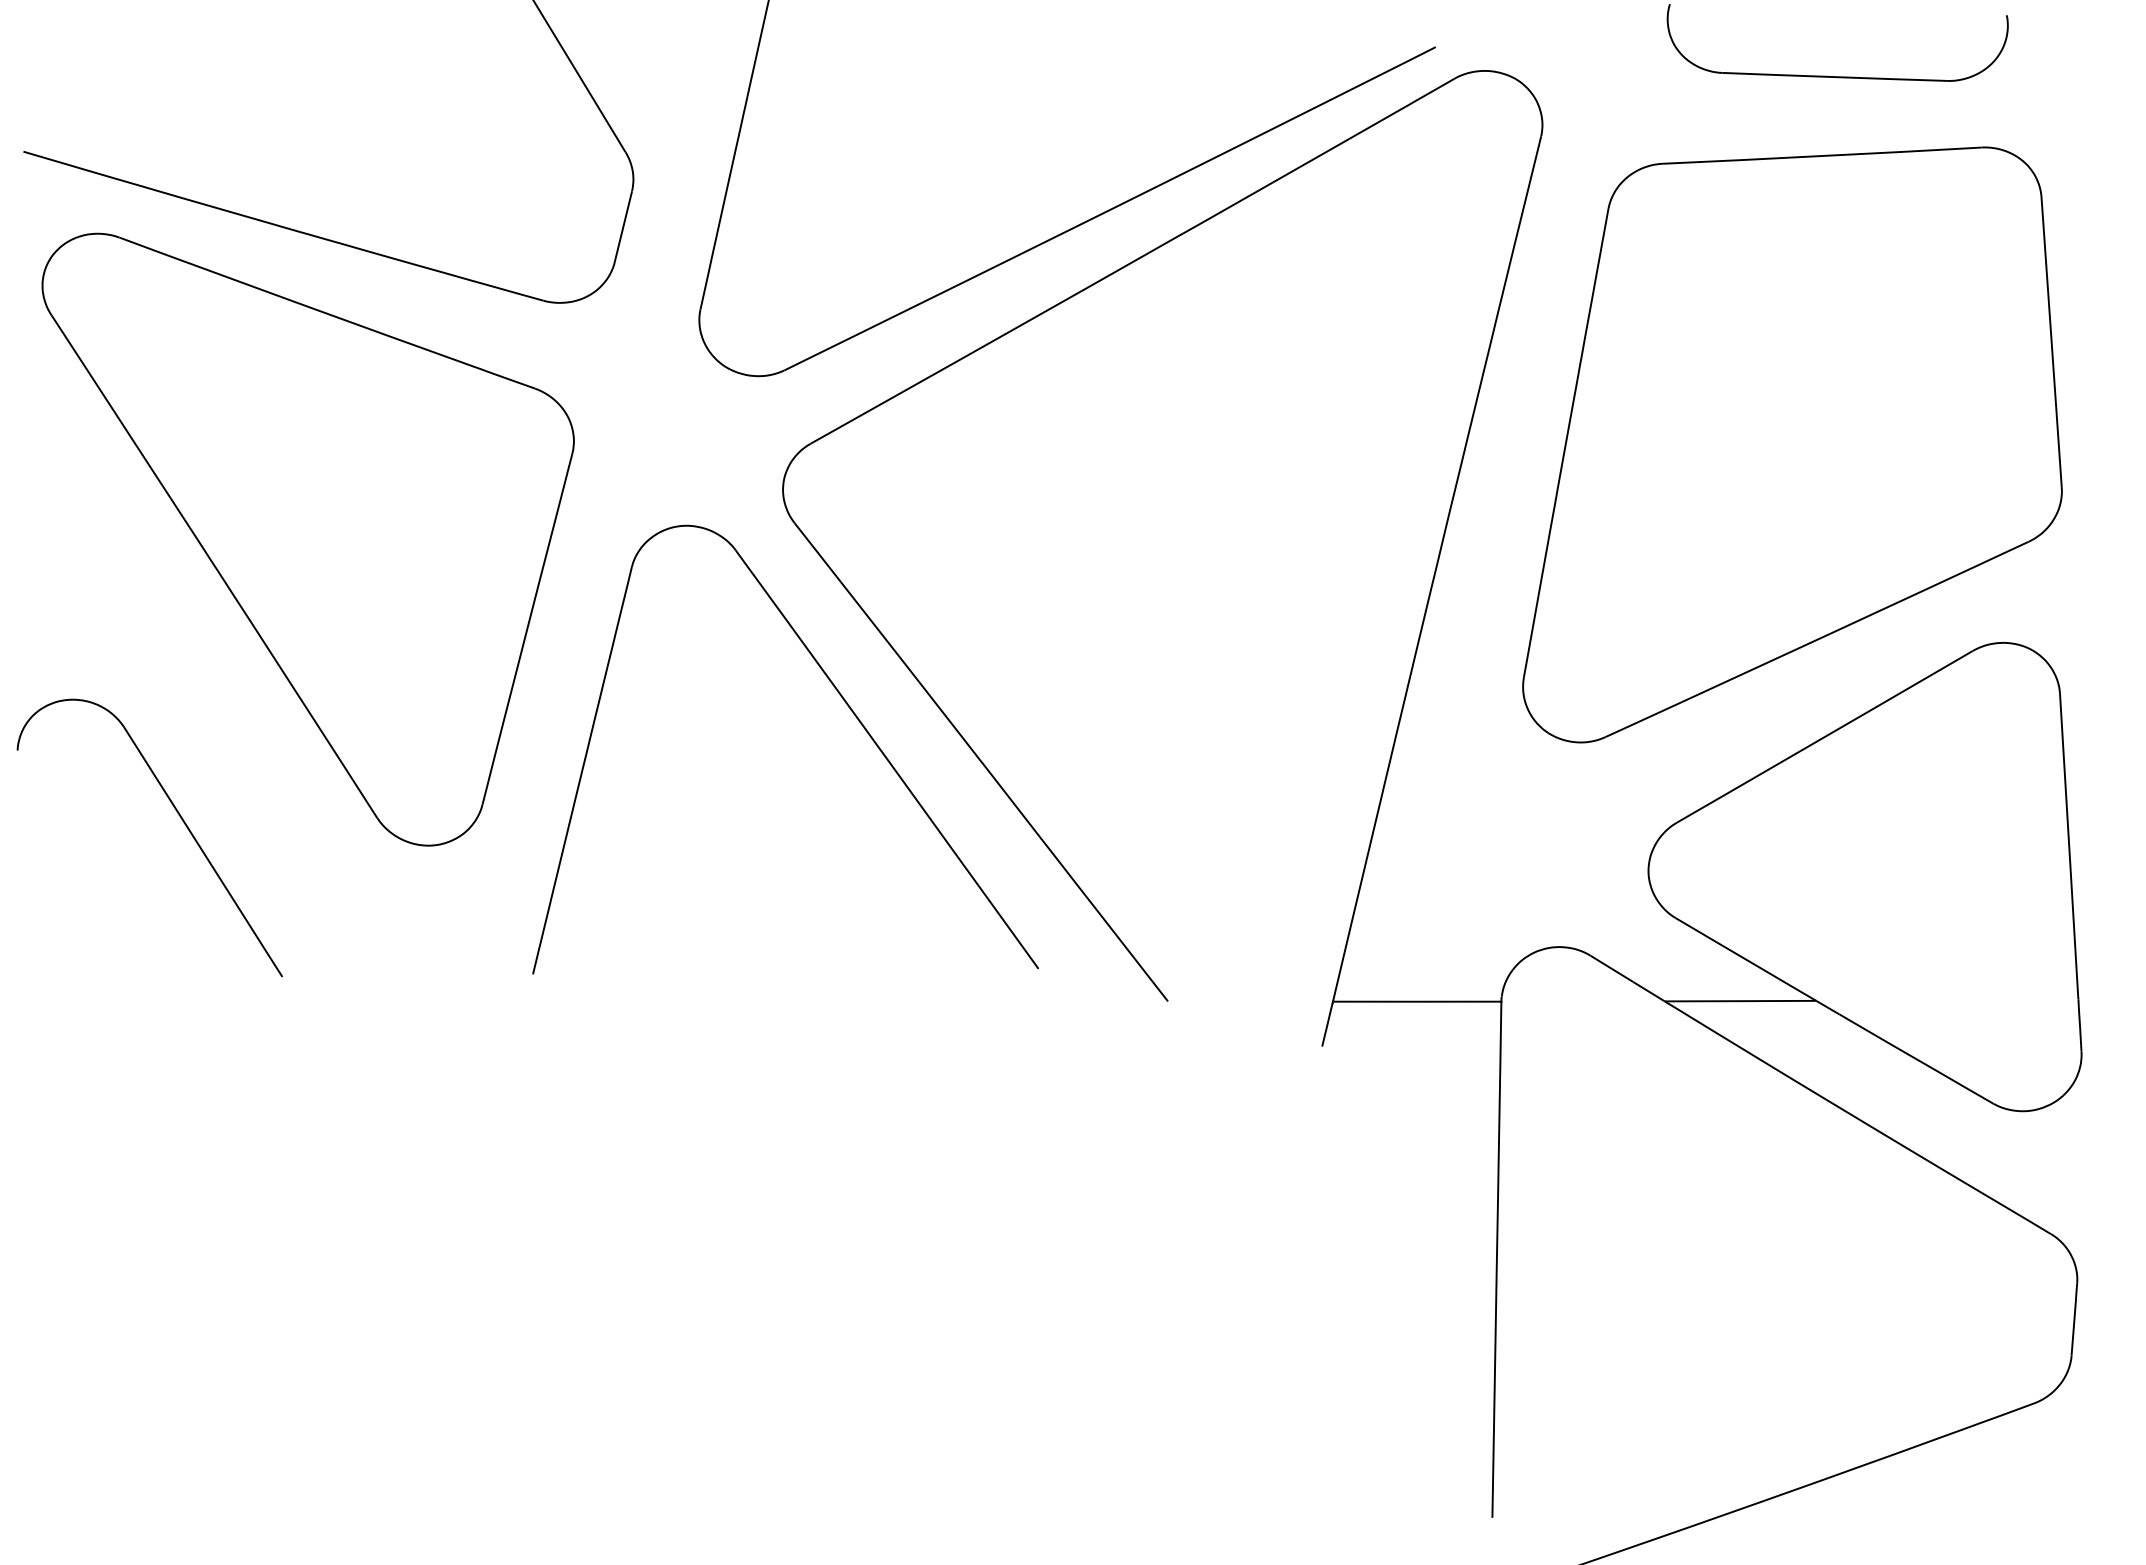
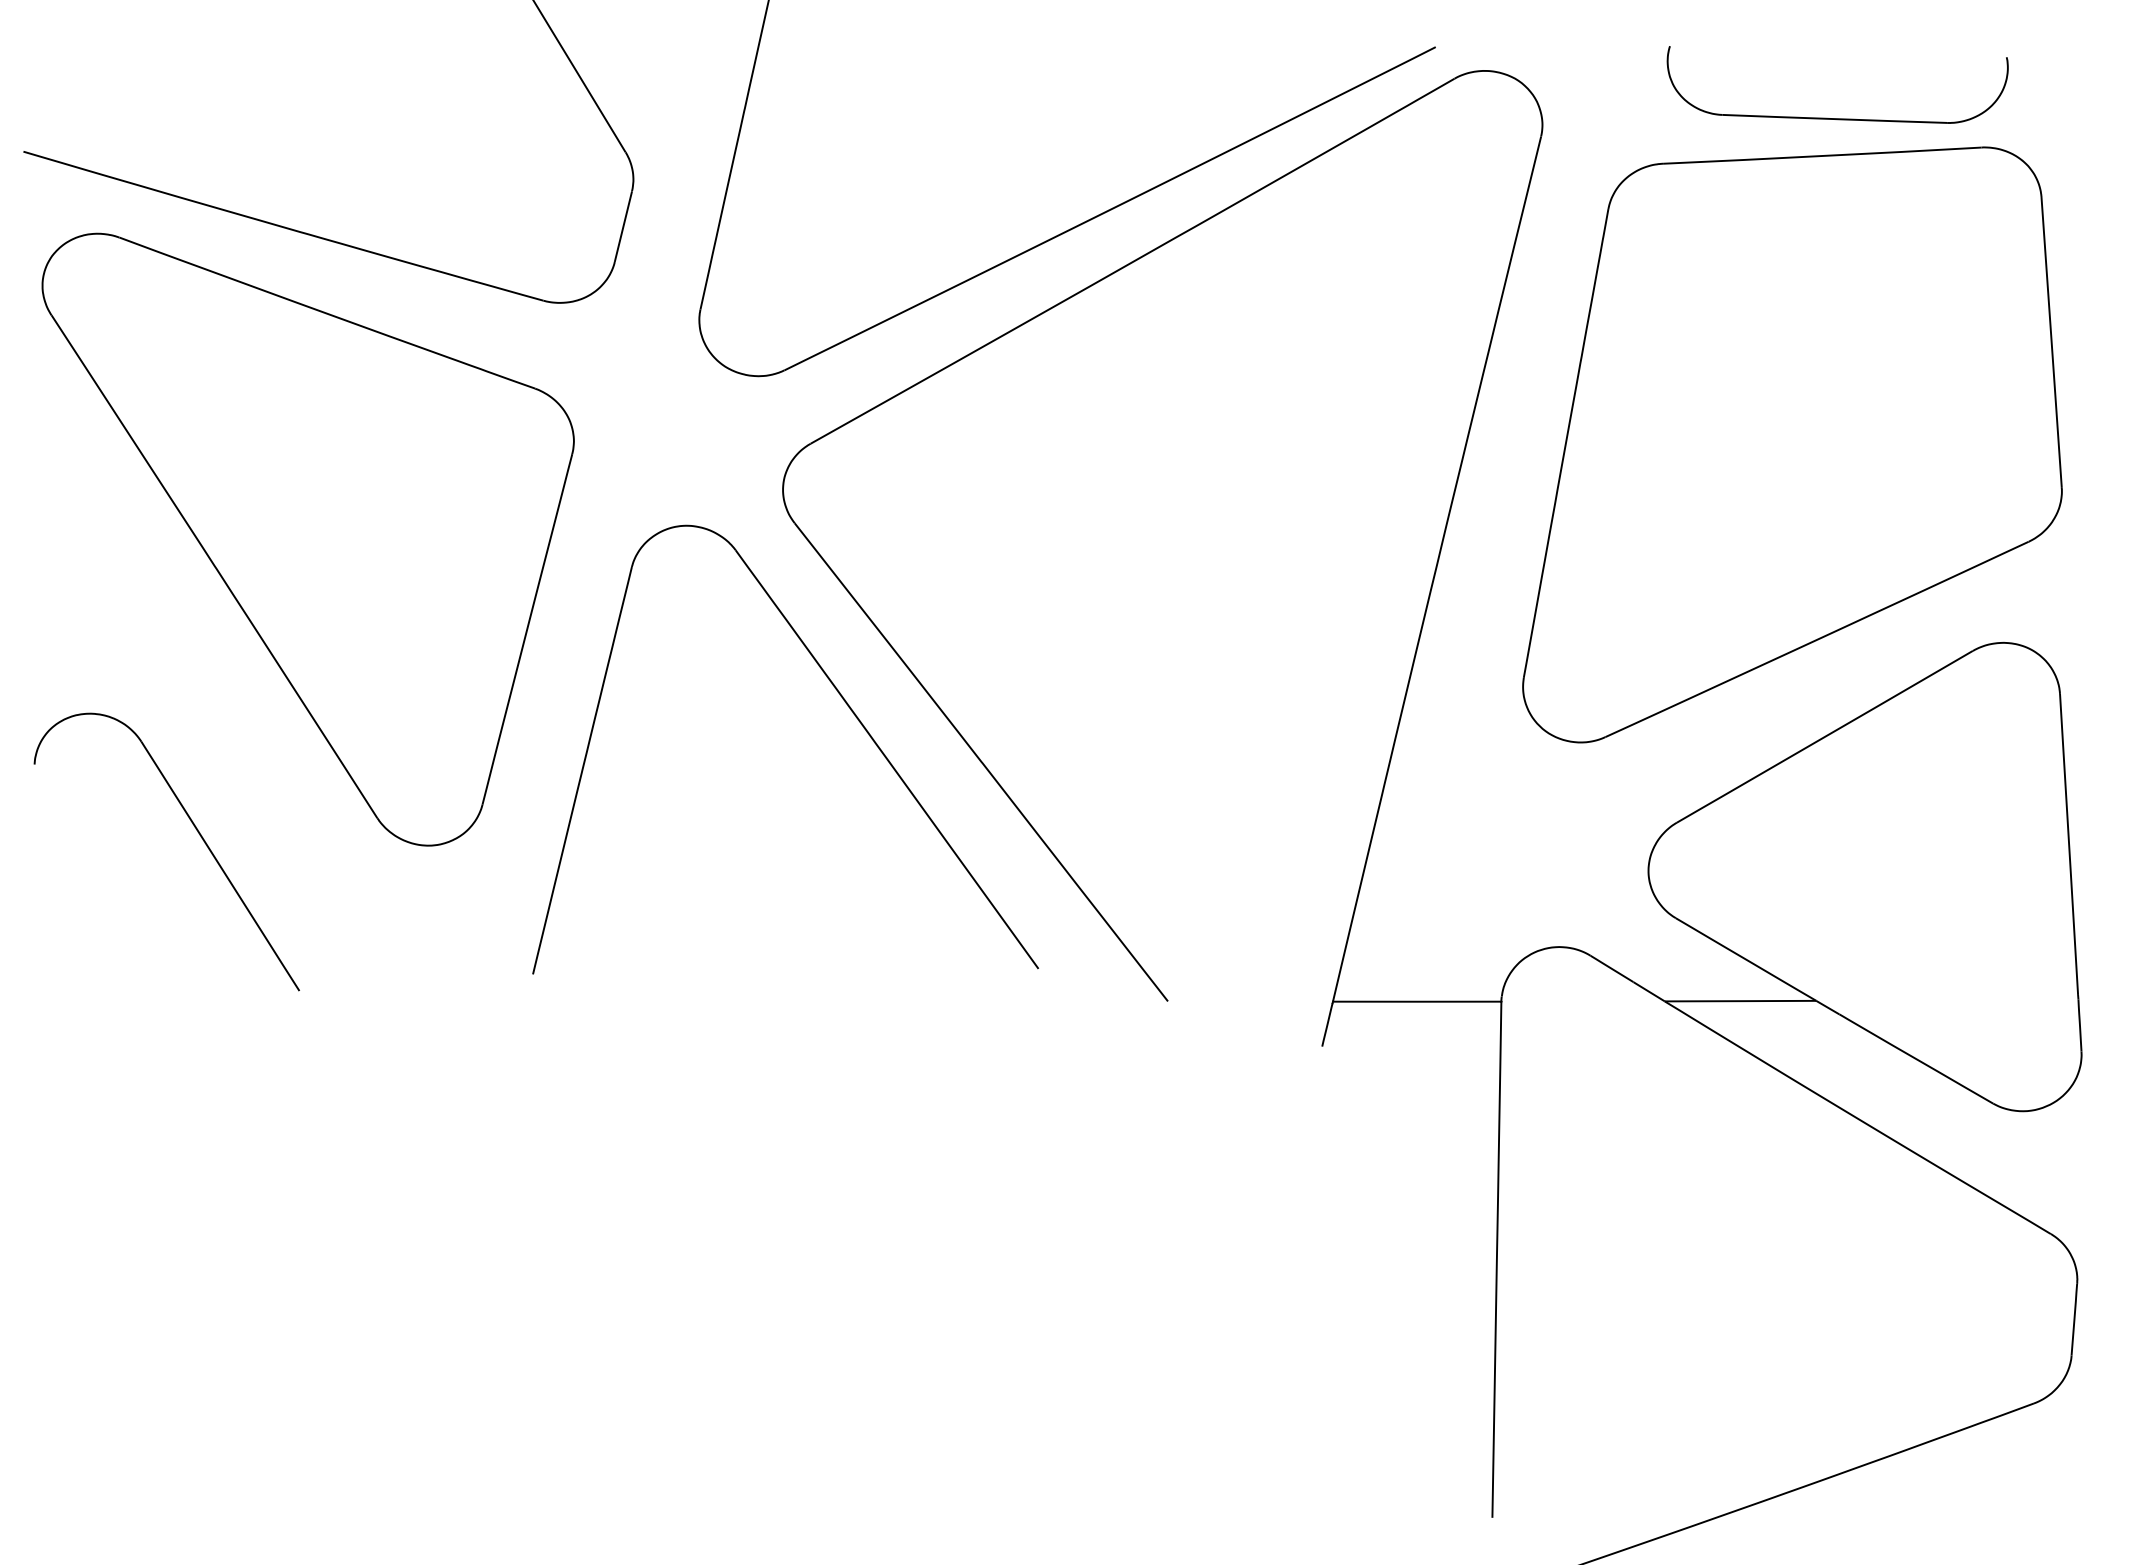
part at (1837, 76) position: (1837, 76) -> (1837, 118)
part at (180, 818) position: (180, 818) -> (197, 832)
